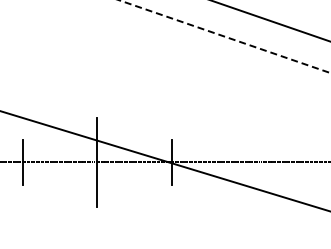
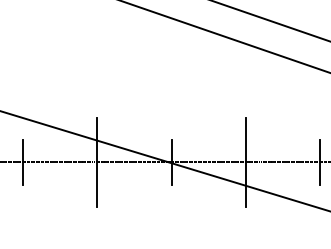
line at (224, 36): dashed -> solid
line at (246, 162): none -> present
line at (320, 162): none -> present
